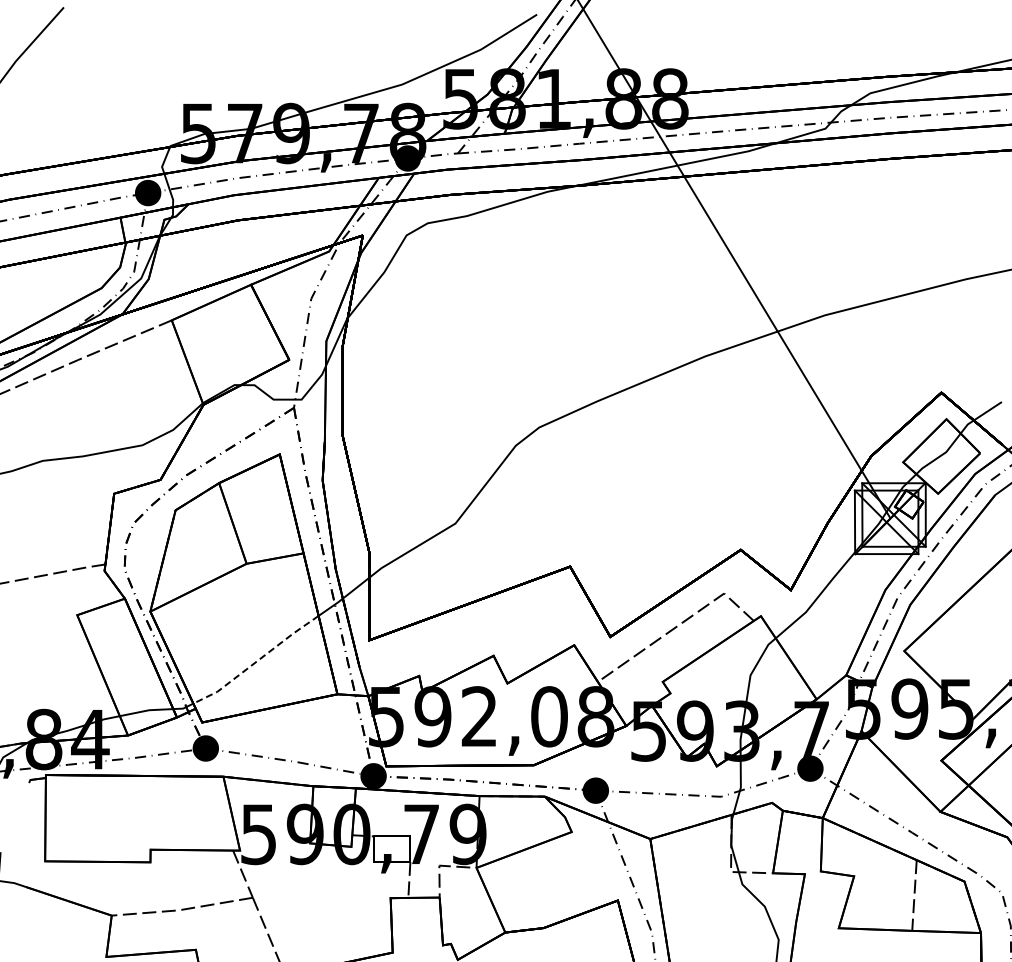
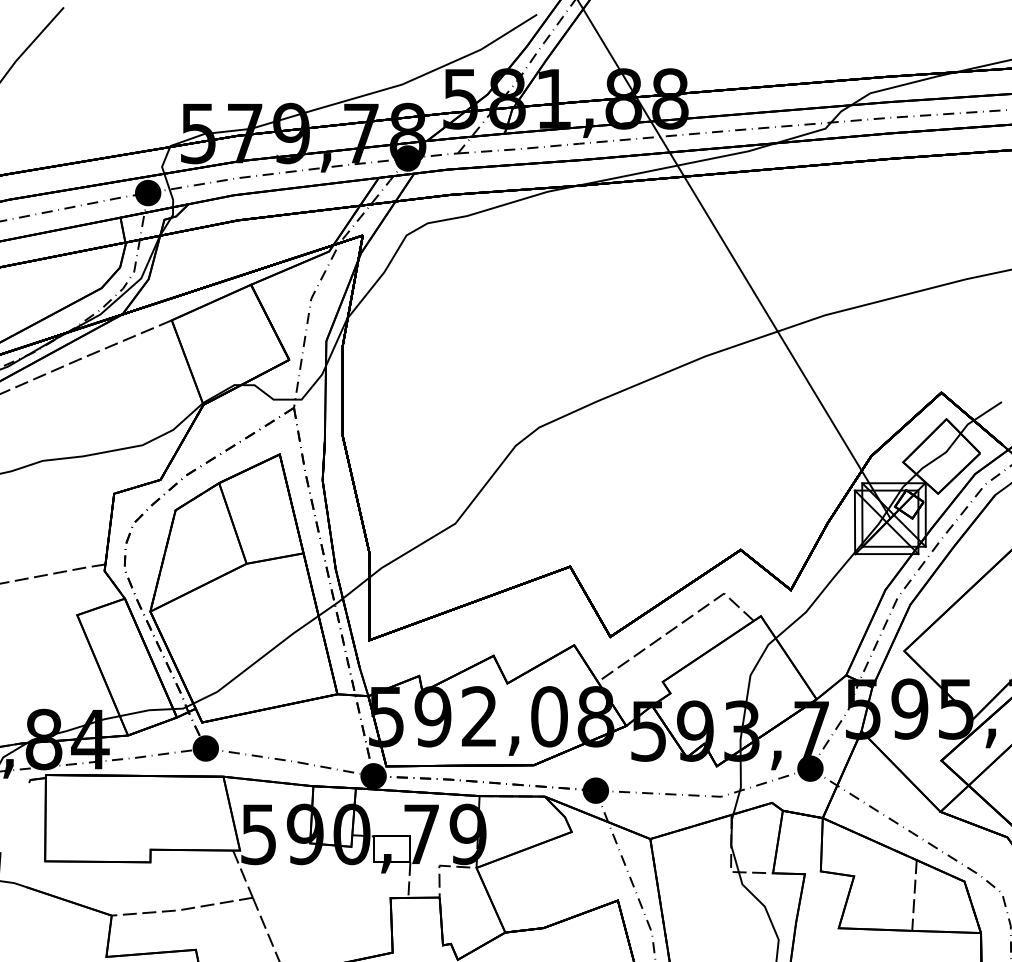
line at (256, 661): dashed -> solid
